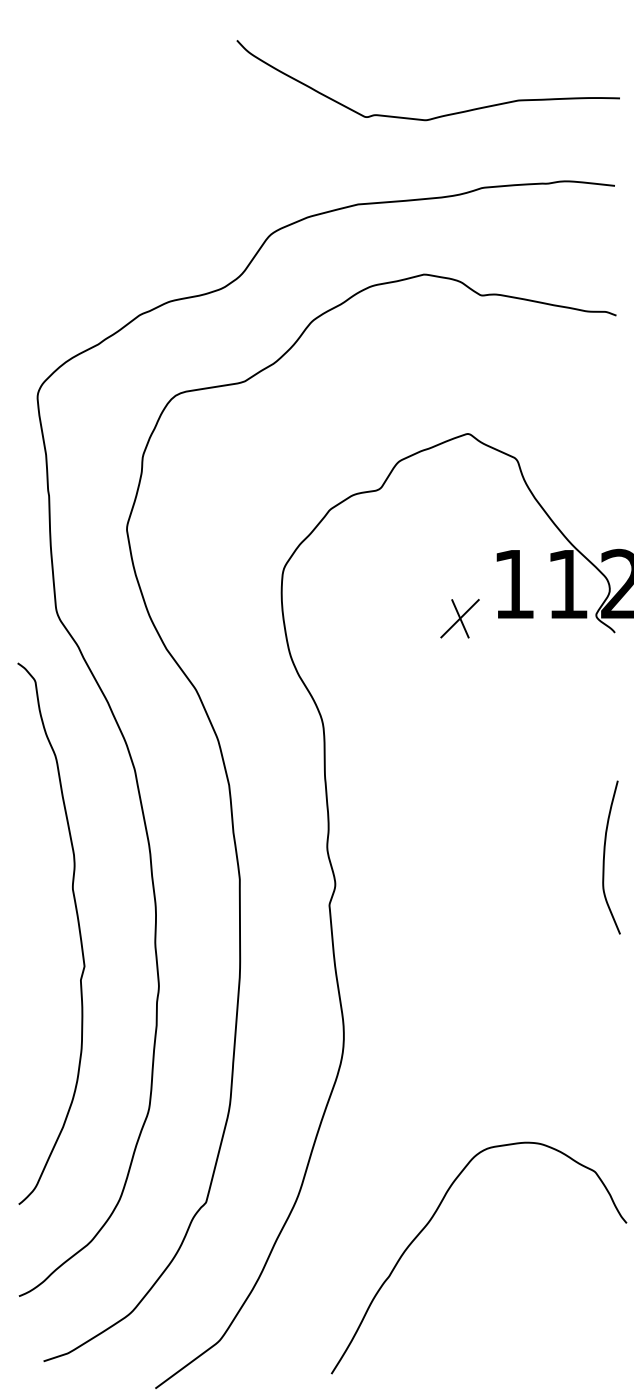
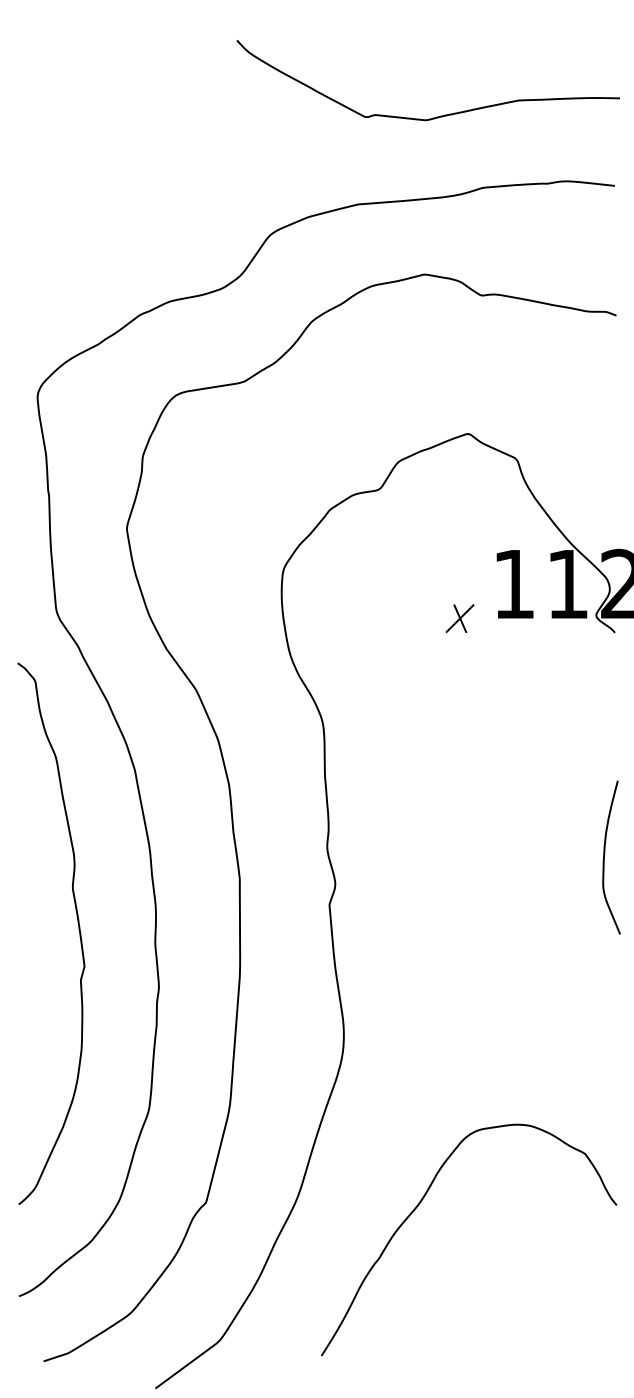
part at (459, 618) size: 40x40 px -> 30x29 px
curve at (429, 1223) position: (429, 1223) -> (419, 1205)
